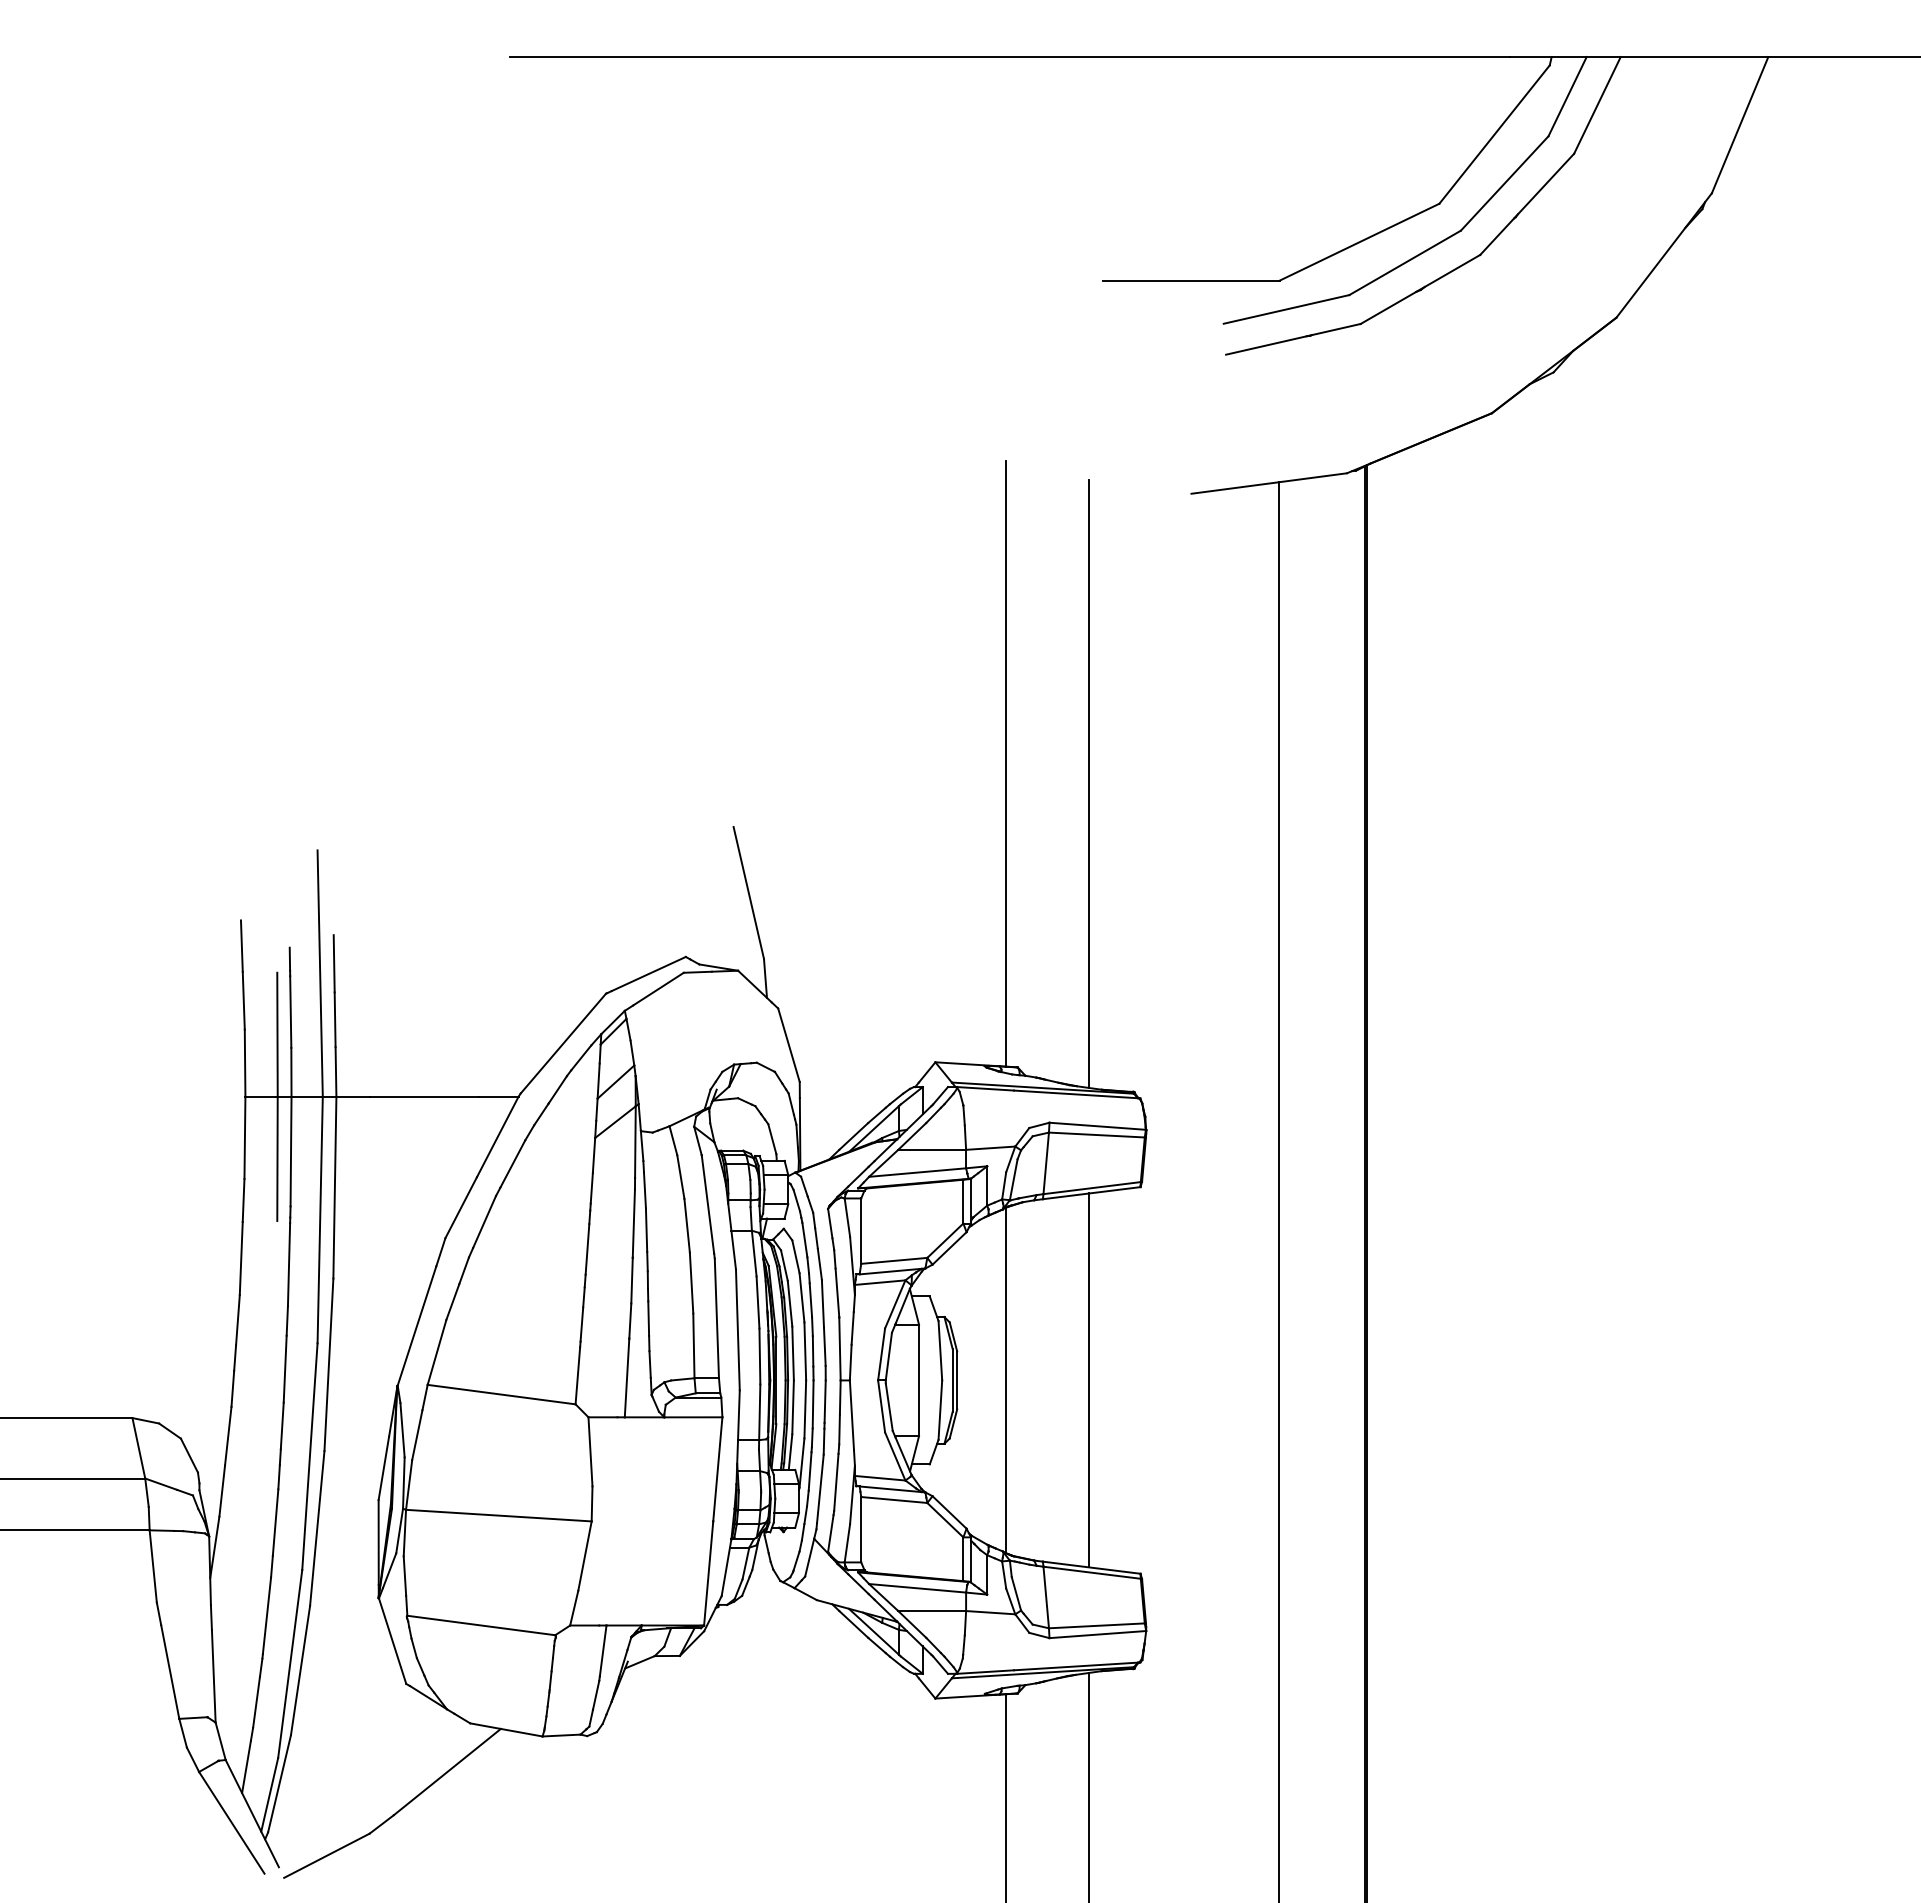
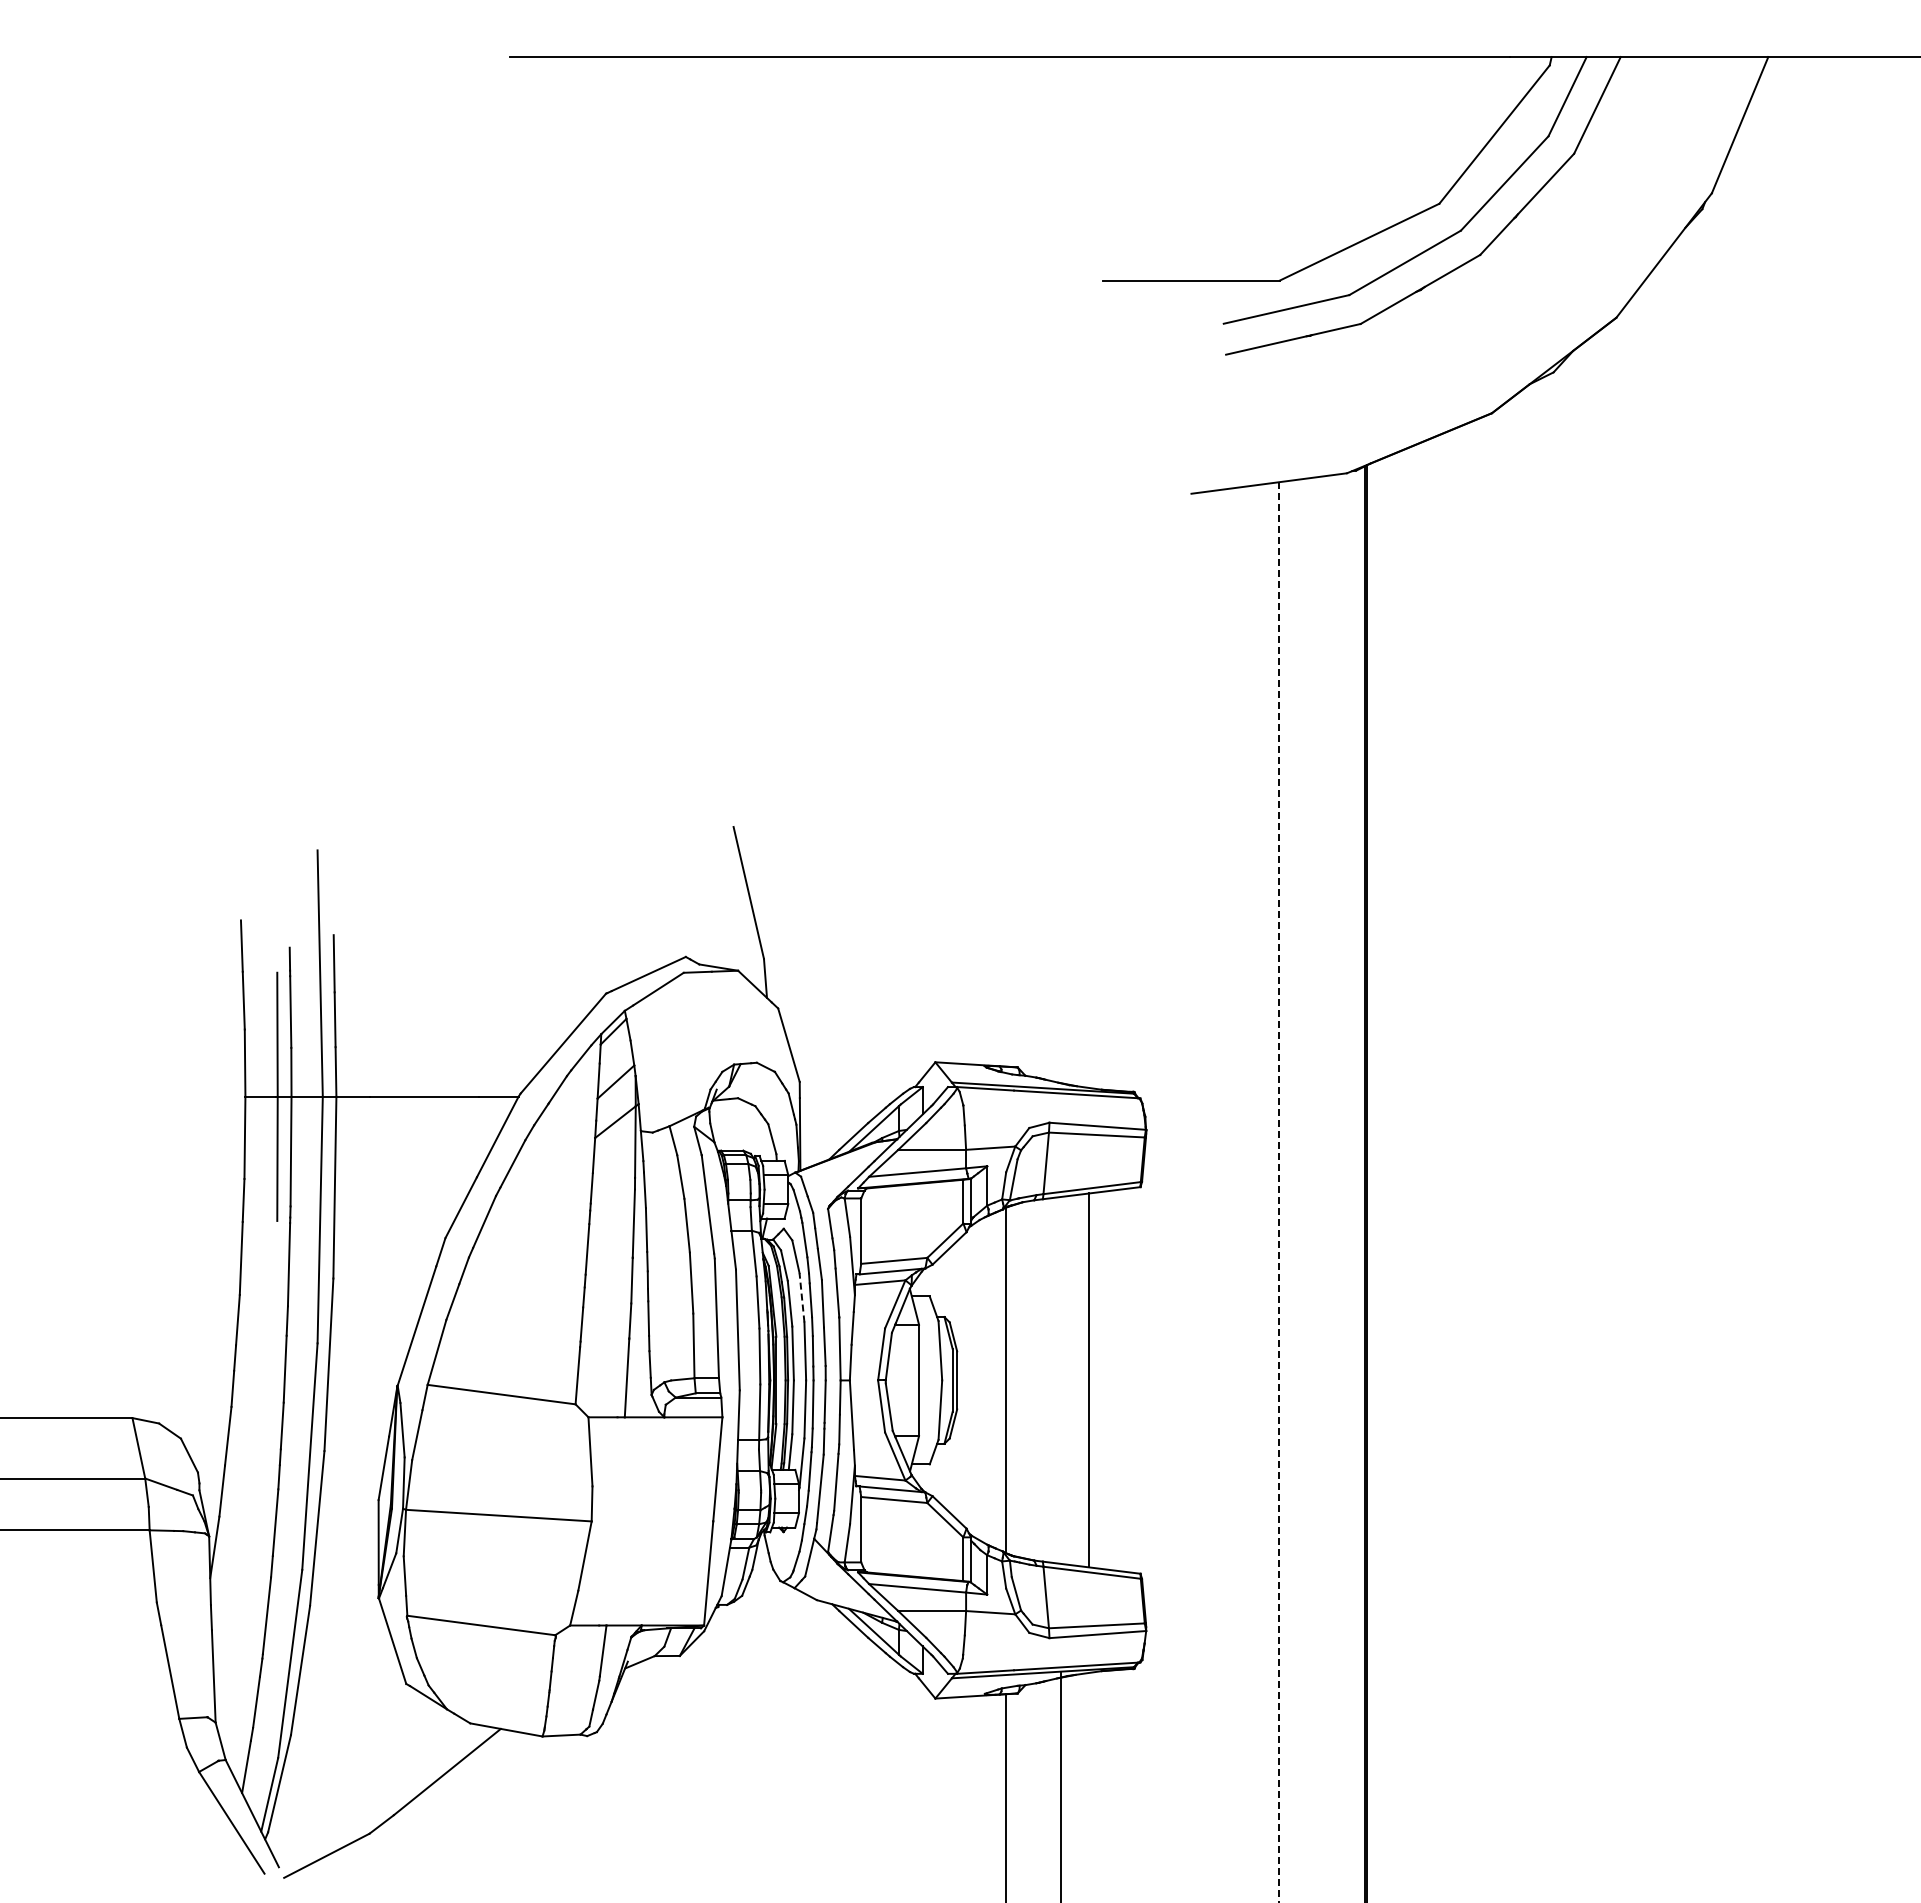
line at (1005, 763): present -> none
line at (1089, 784): present -> none
line at (1278, 1192): solid -> dashed
line at (802, 1297): solid -> dashed
line at (1089, 1785) position: (1089, 1785) -> (1061, 1785)
